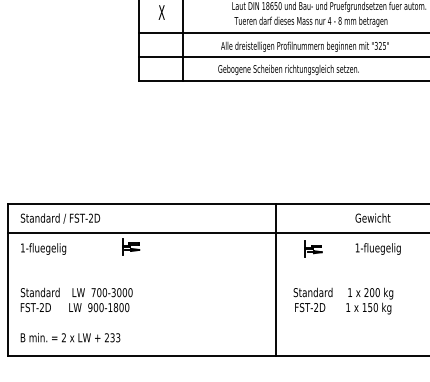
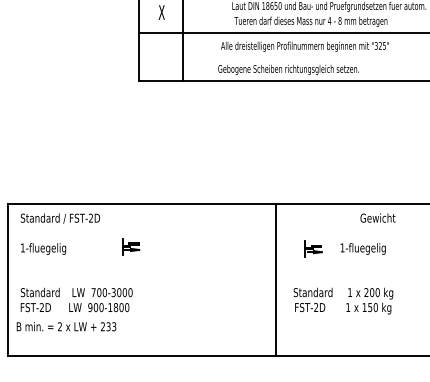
line at (282, 56): present -> none
text at (372, 217) position: (372, 217) -> (377, 217)
line at (216, 233): present -> none
text at (377, 248) position: (377, 248) -> (362, 248)
text at (70, 337) position: (70, 337) -> (66, 326)
